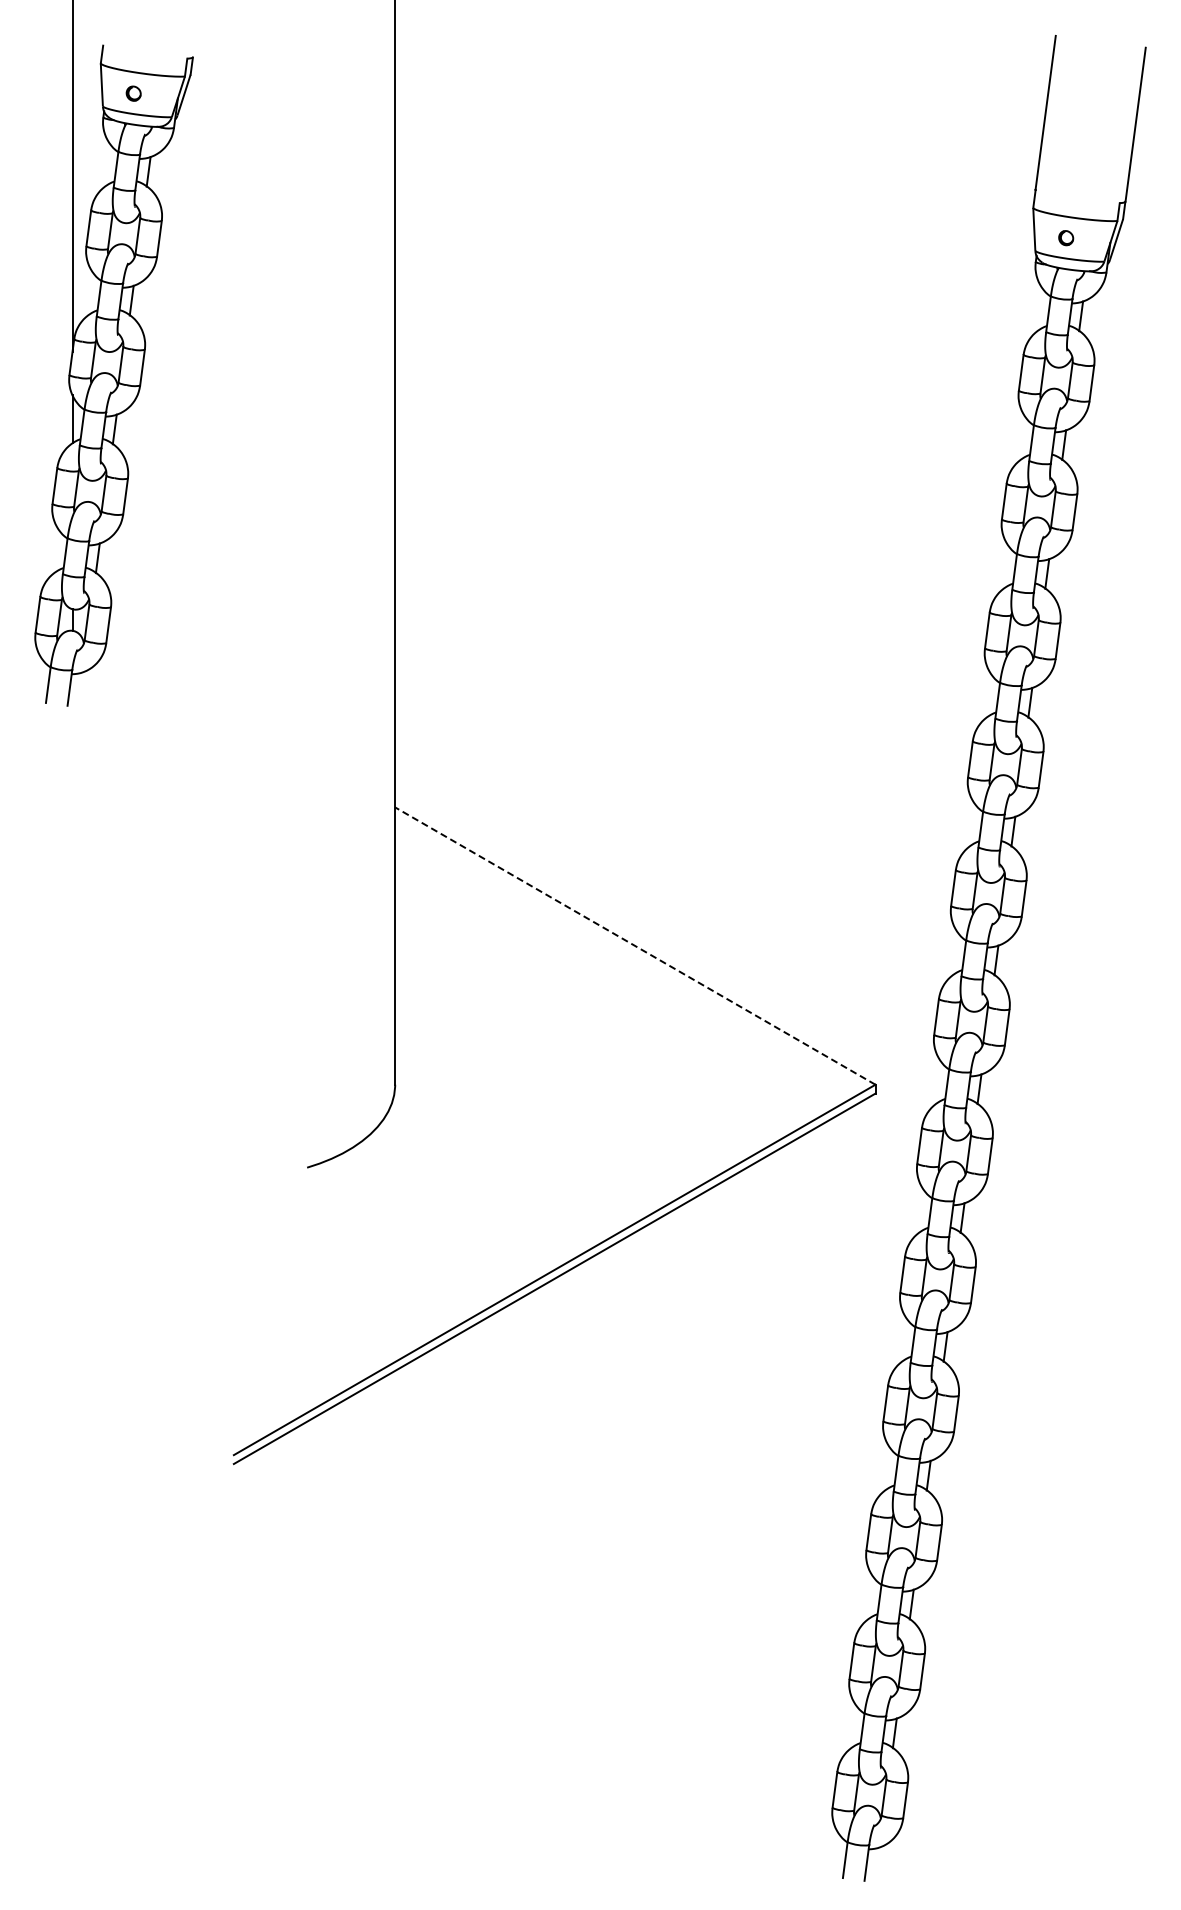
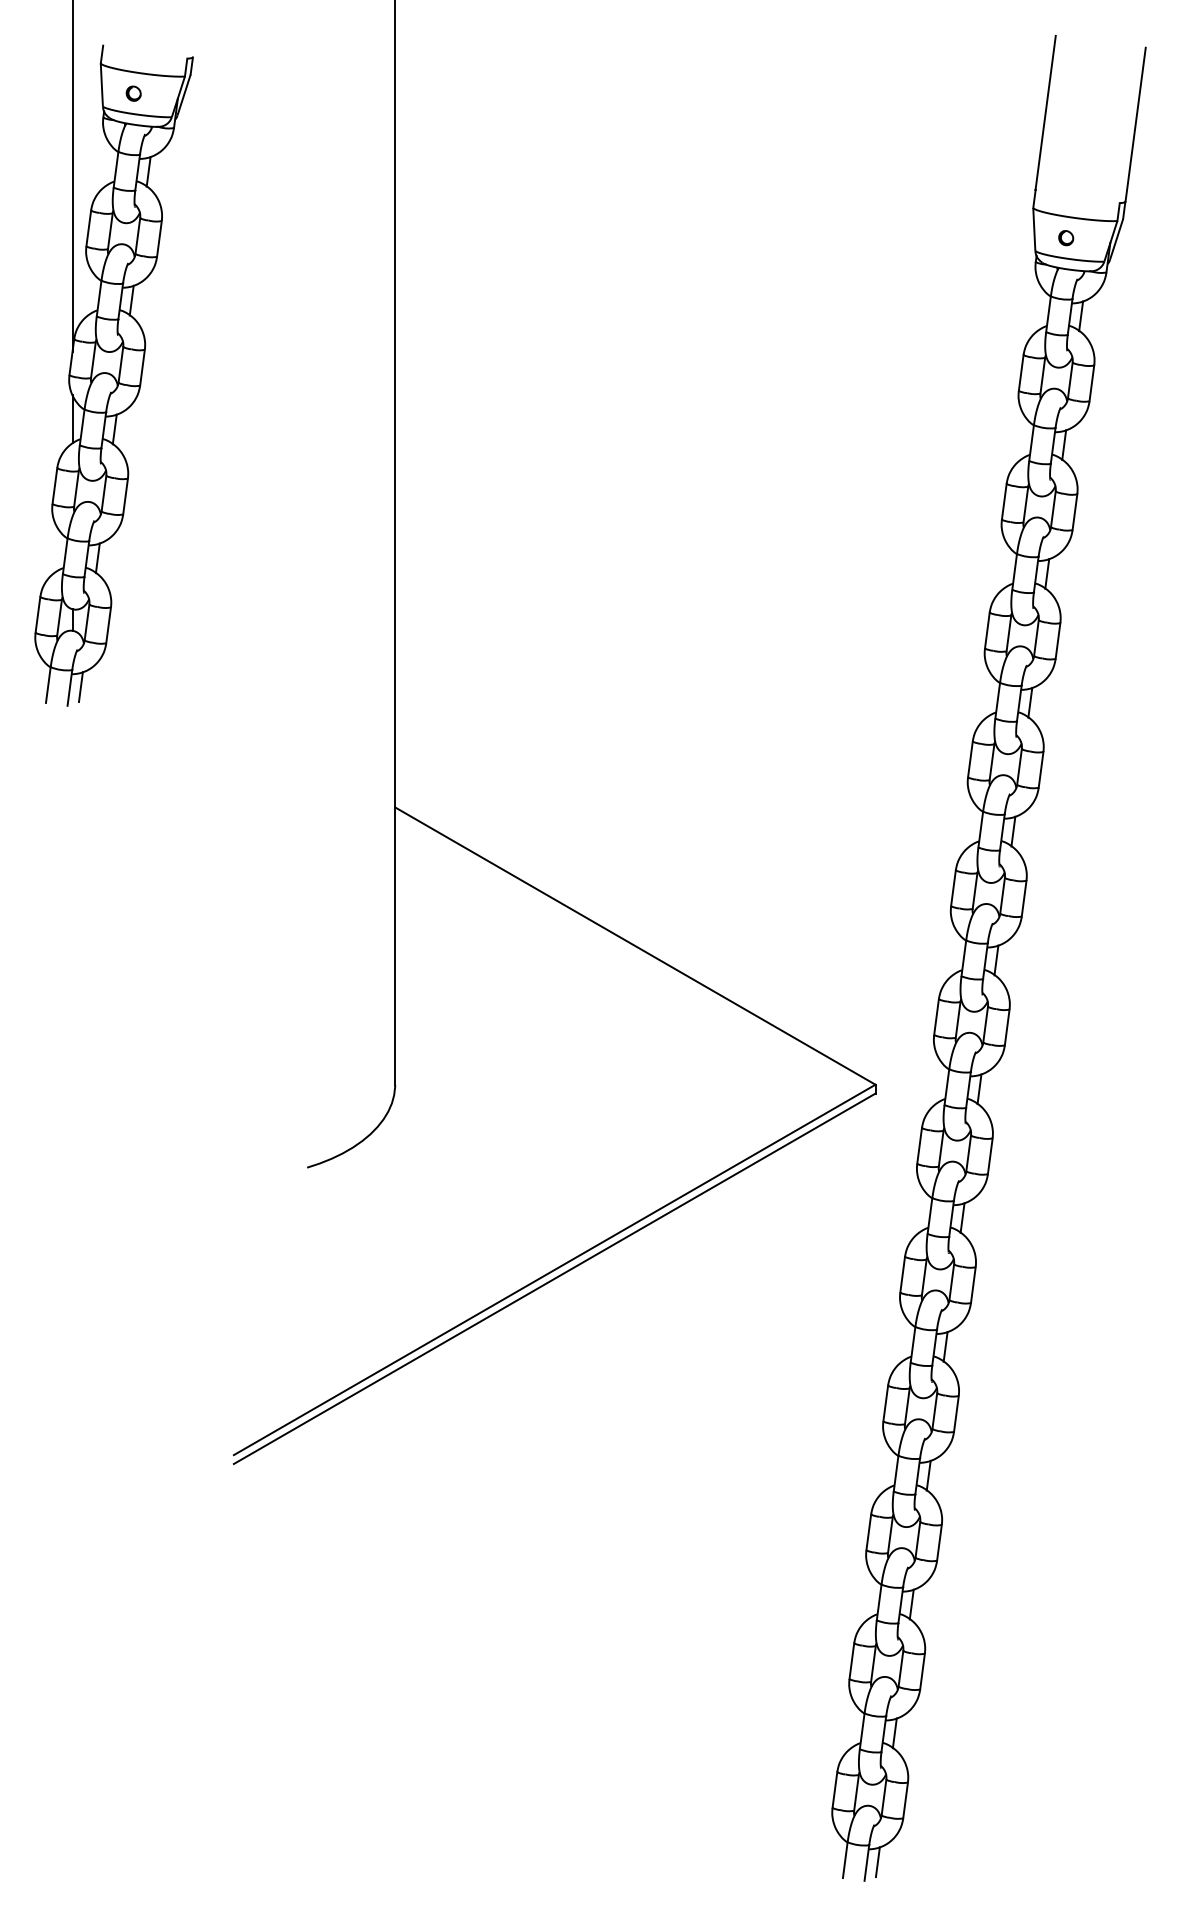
line at (80, 687): none -> present
line at (634, 945): dashed -> solid
line at (877, 1862): none -> present
